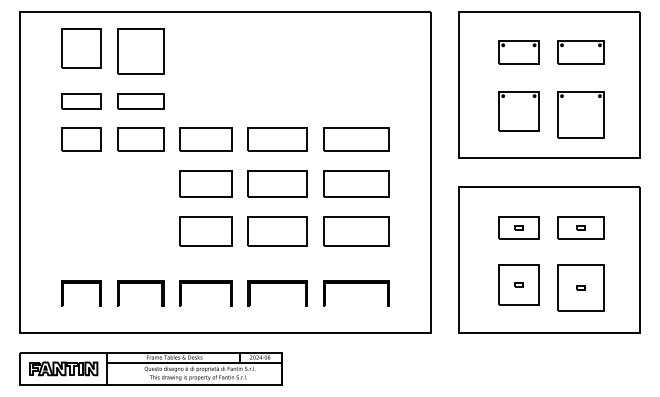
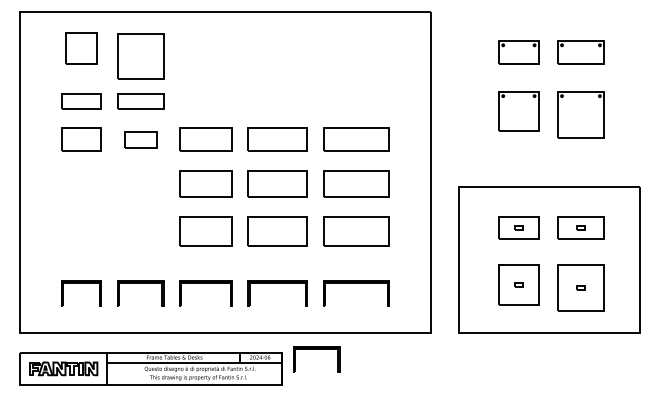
part at (81, 48) size: 41x41 px -> 33x33 px
part at (140, 51) position: (140, 51) -> (140, 56)
part at (549, 84): present -> none
part at (140, 139) size: 48x25 px -> 34x18 px
part at (316, 349): none -> present
